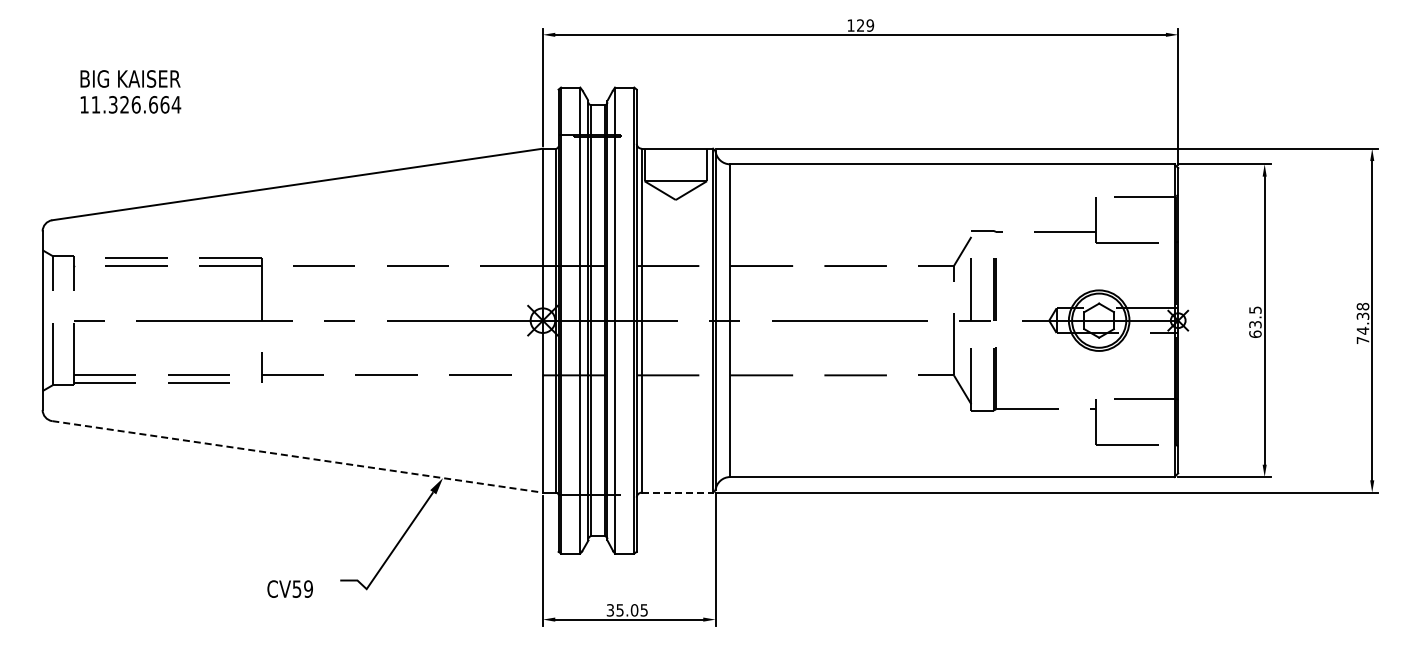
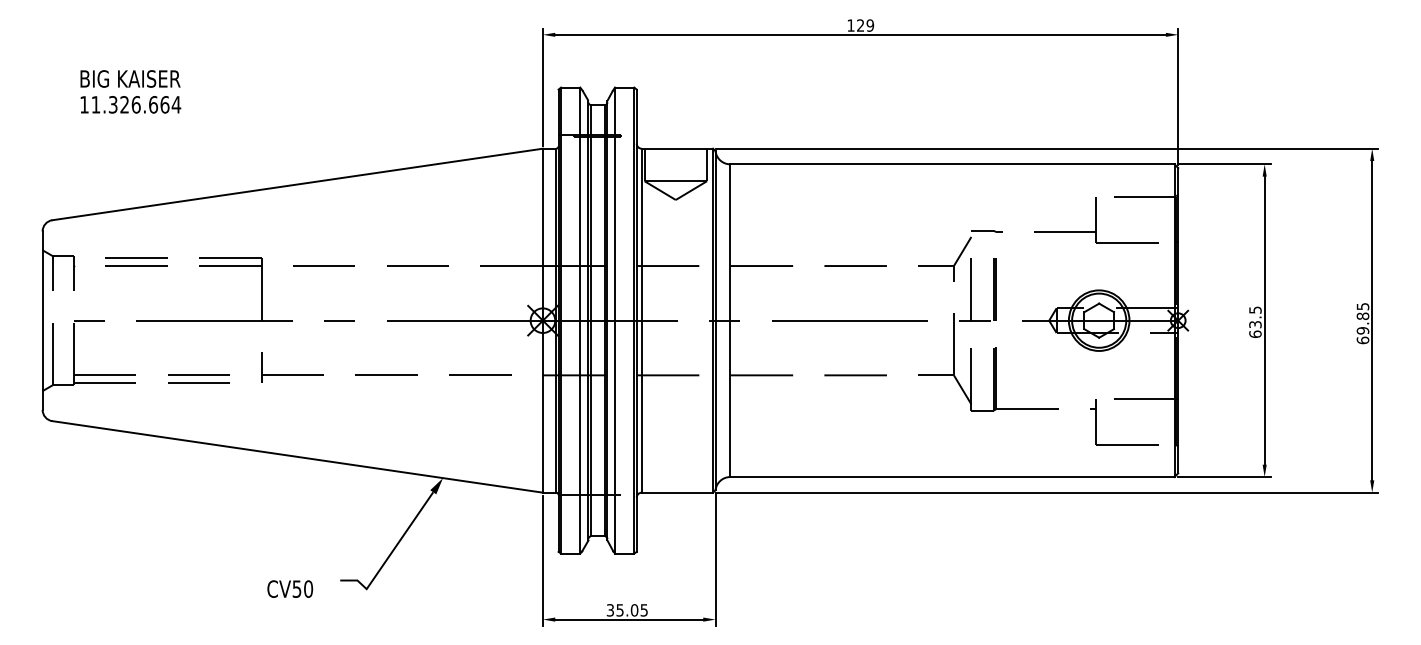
text at (1362, 323): 74.38 -> 69.85
line at (297, 456): dashed -> solid
line at (677, 492): dashed -> solid
text at (308, 588): CV59 -> CV50
